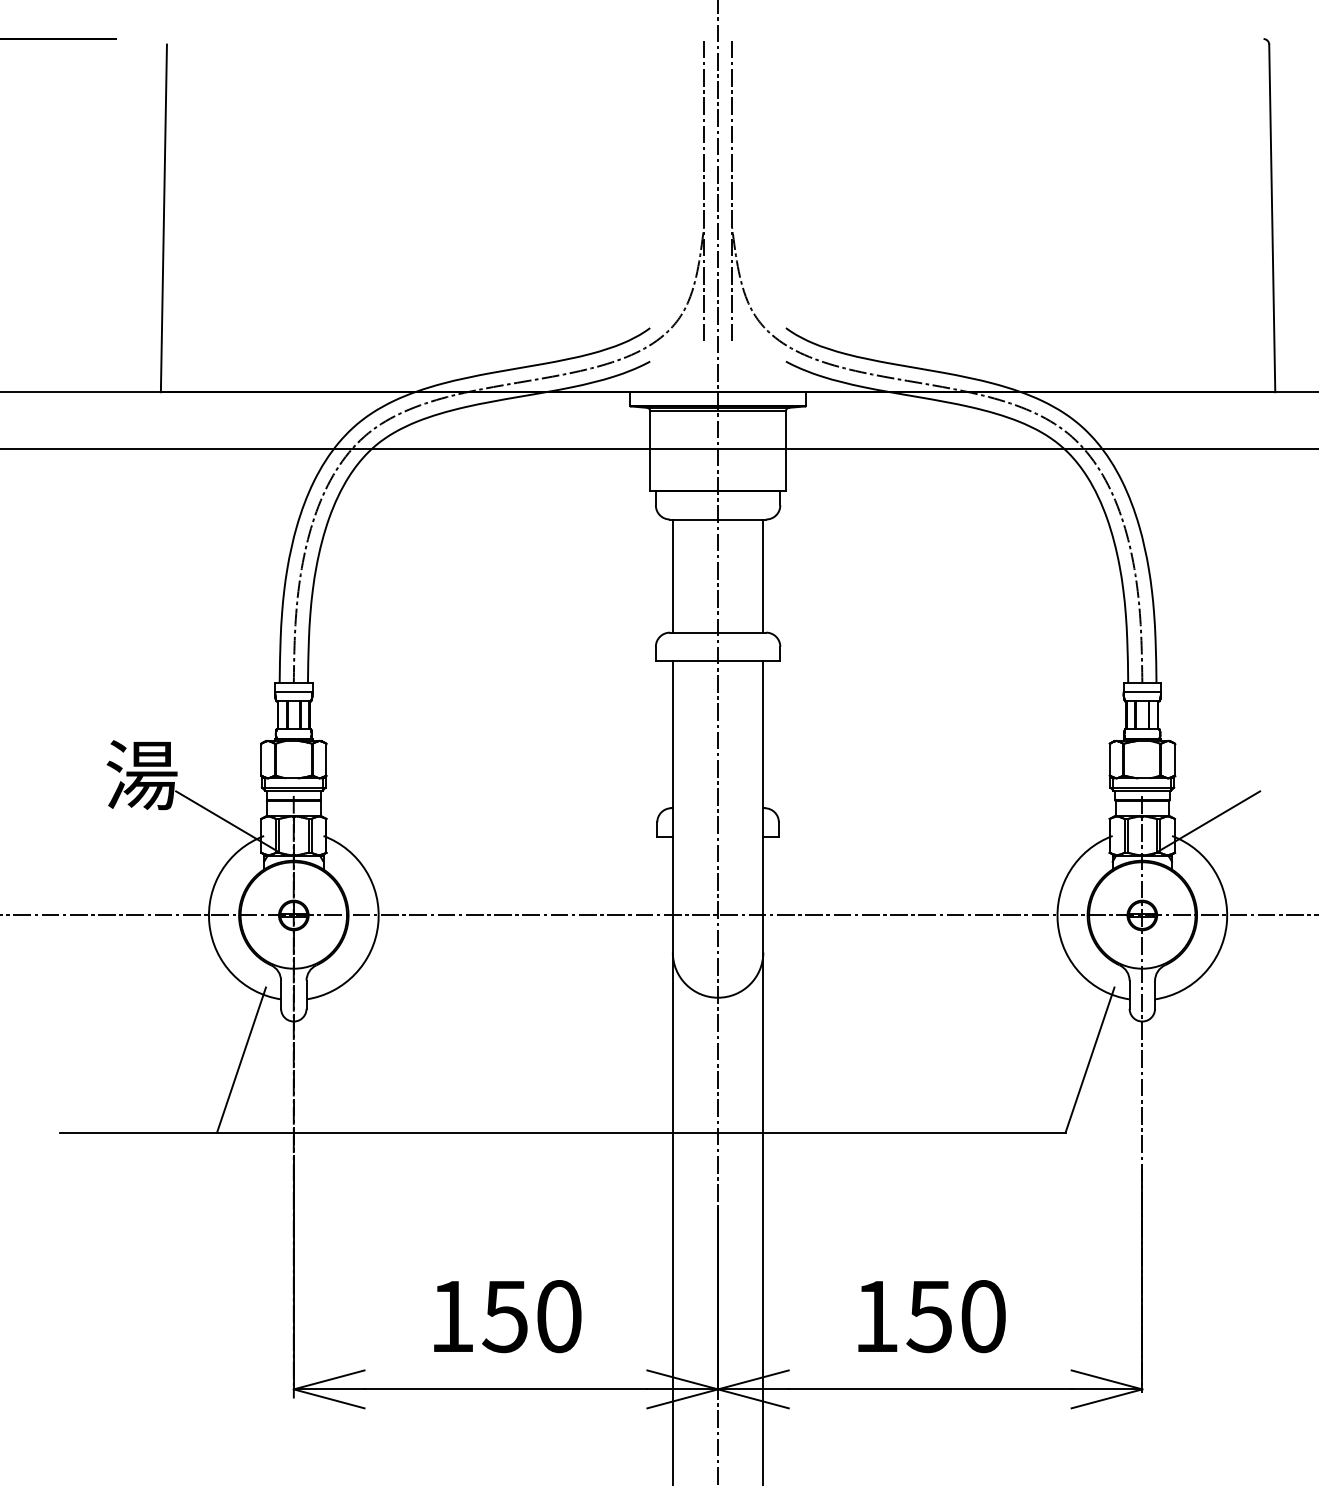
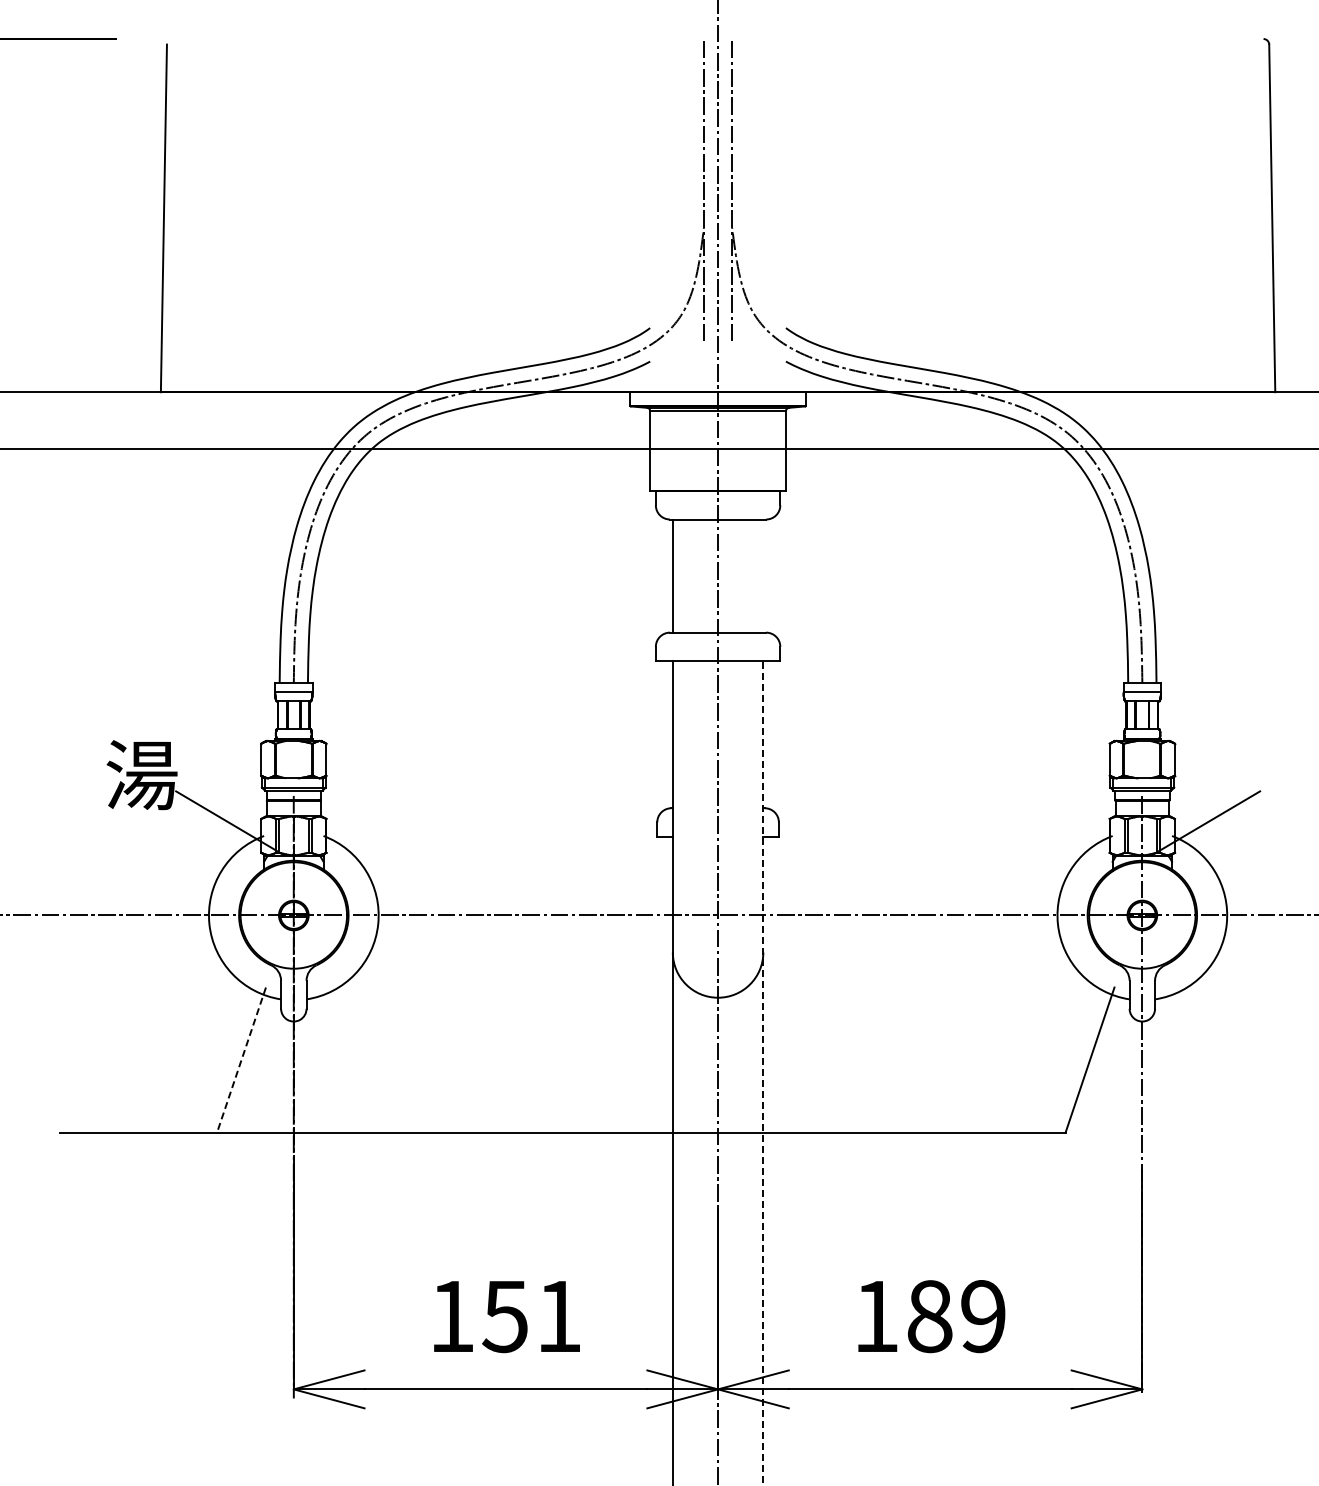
line at (763, 575): present -> none
line at (241, 1060): solid -> dashed
line at (763, 1072): solid -> dashed
text at (559, 1316): 150 -> 151
text at (955, 1316): 150 -> 189
